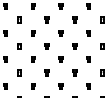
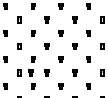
part at (30, 72): none -> present
